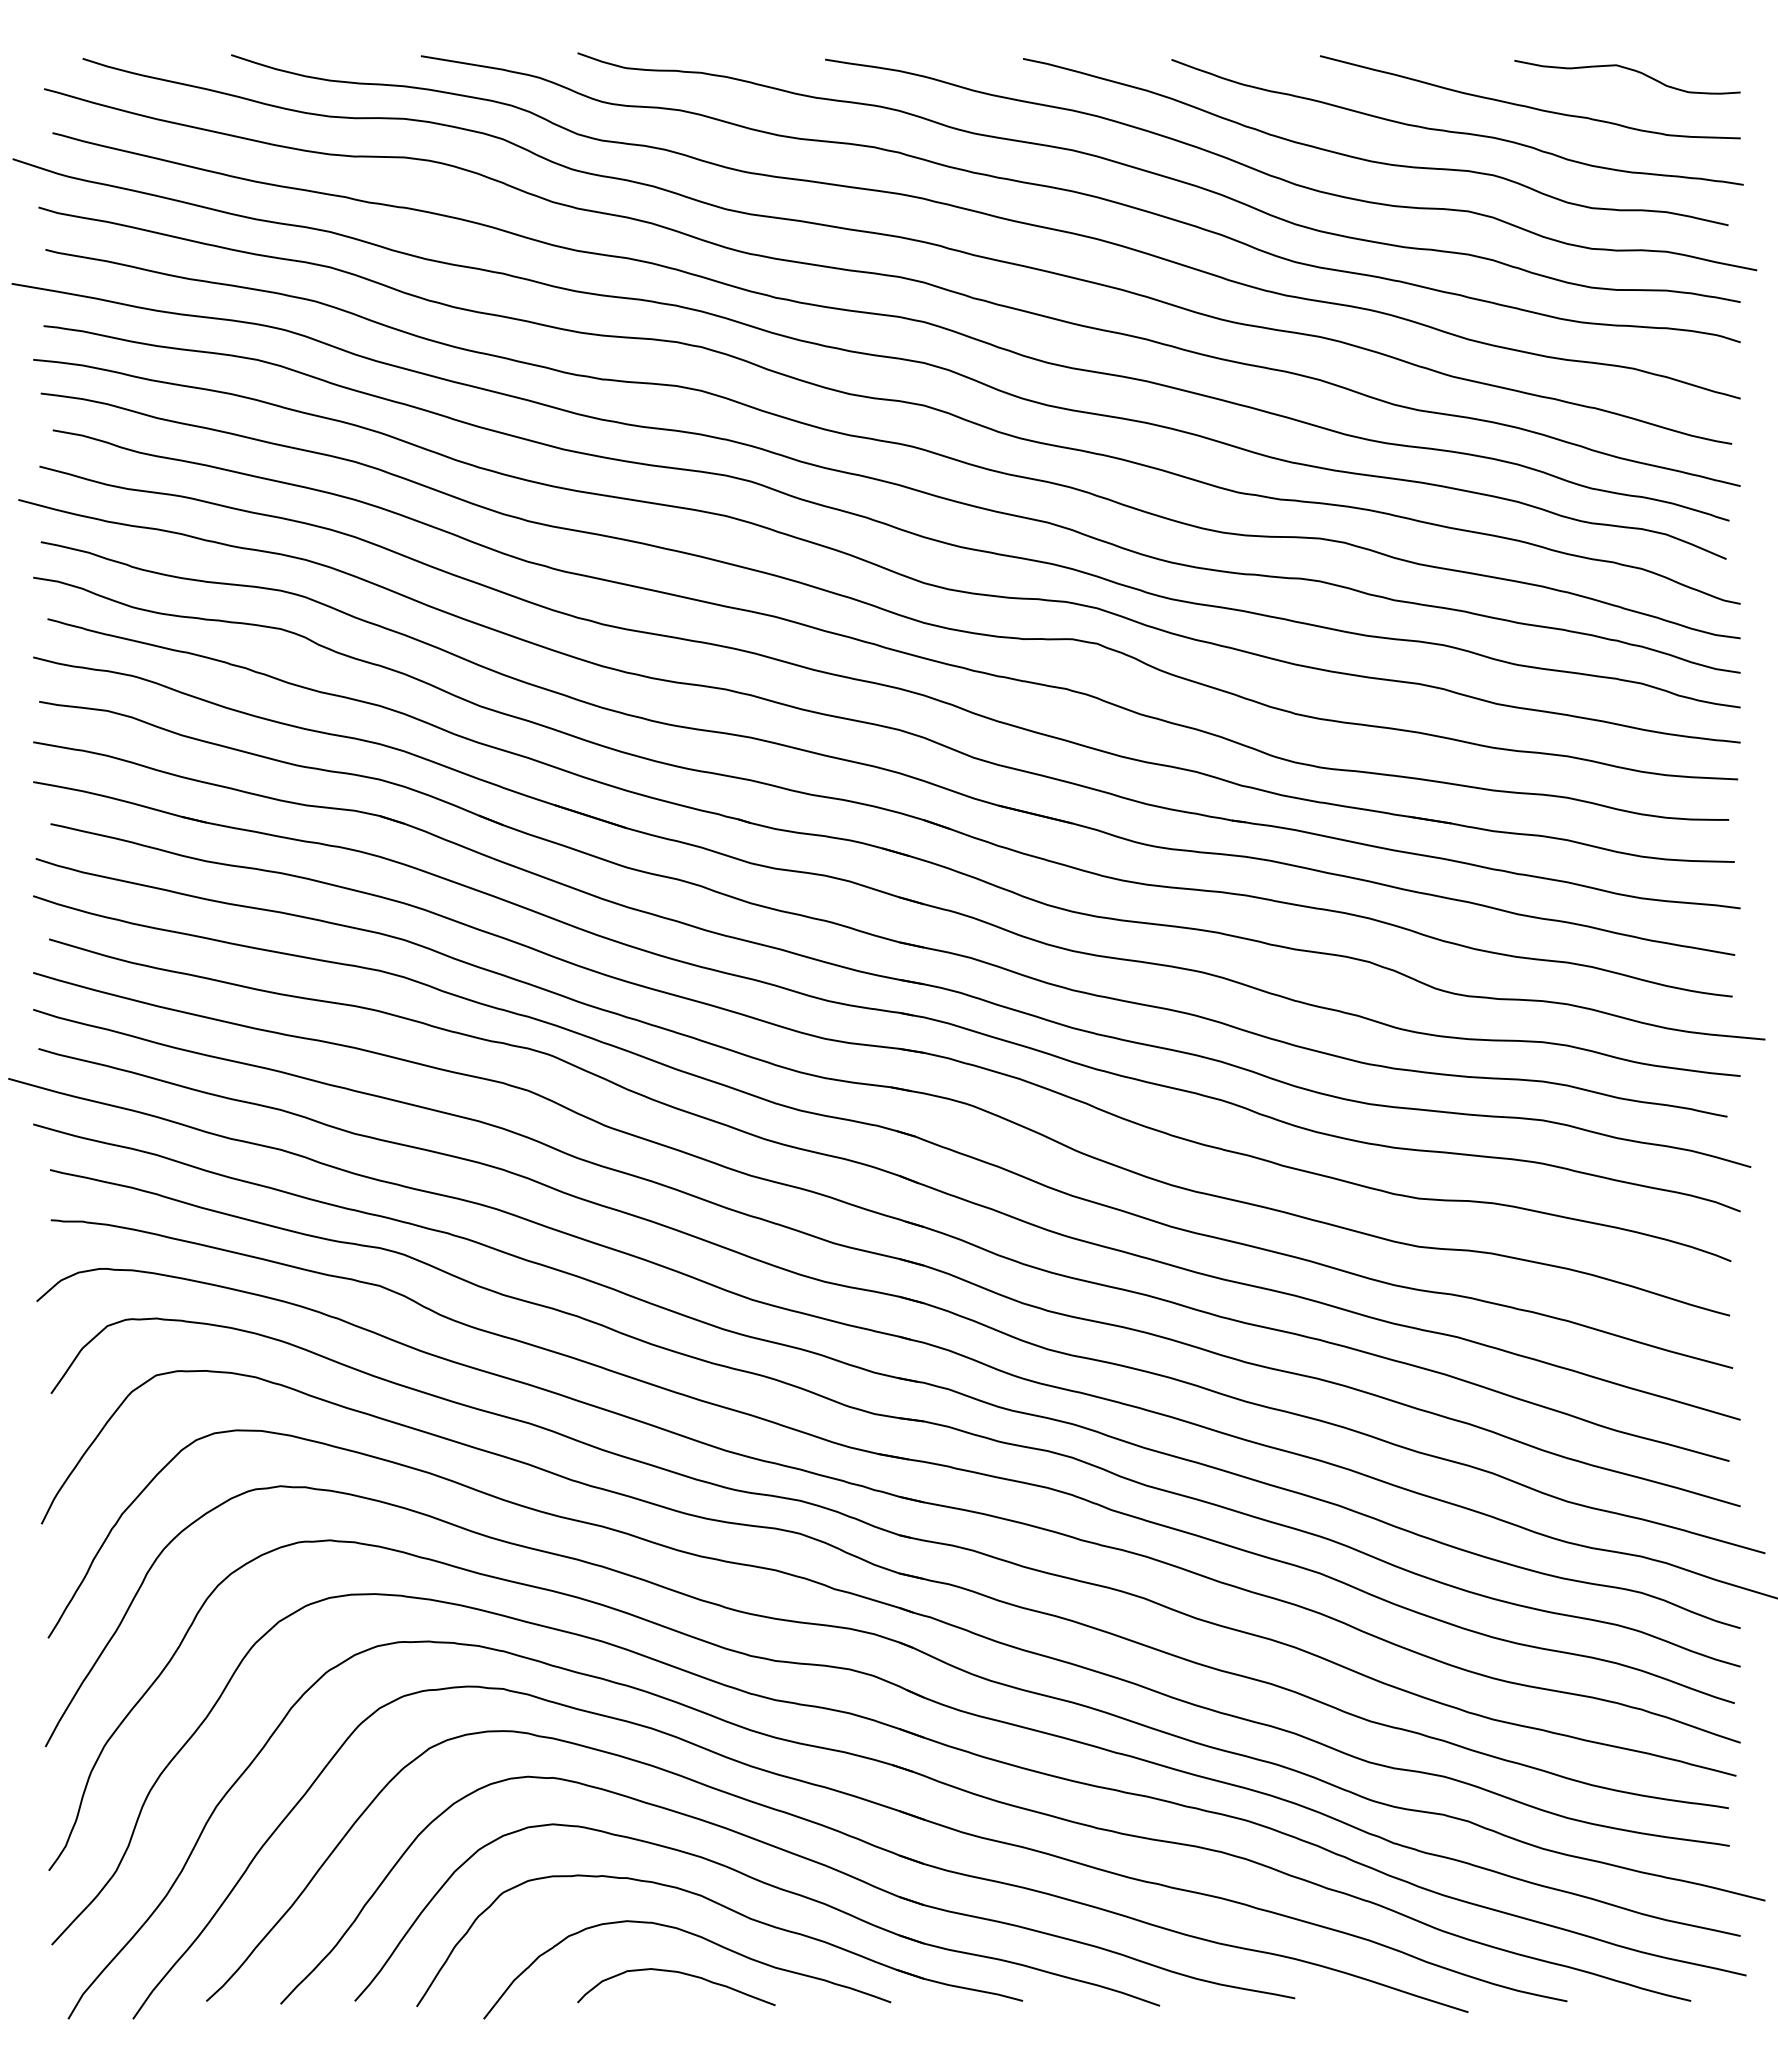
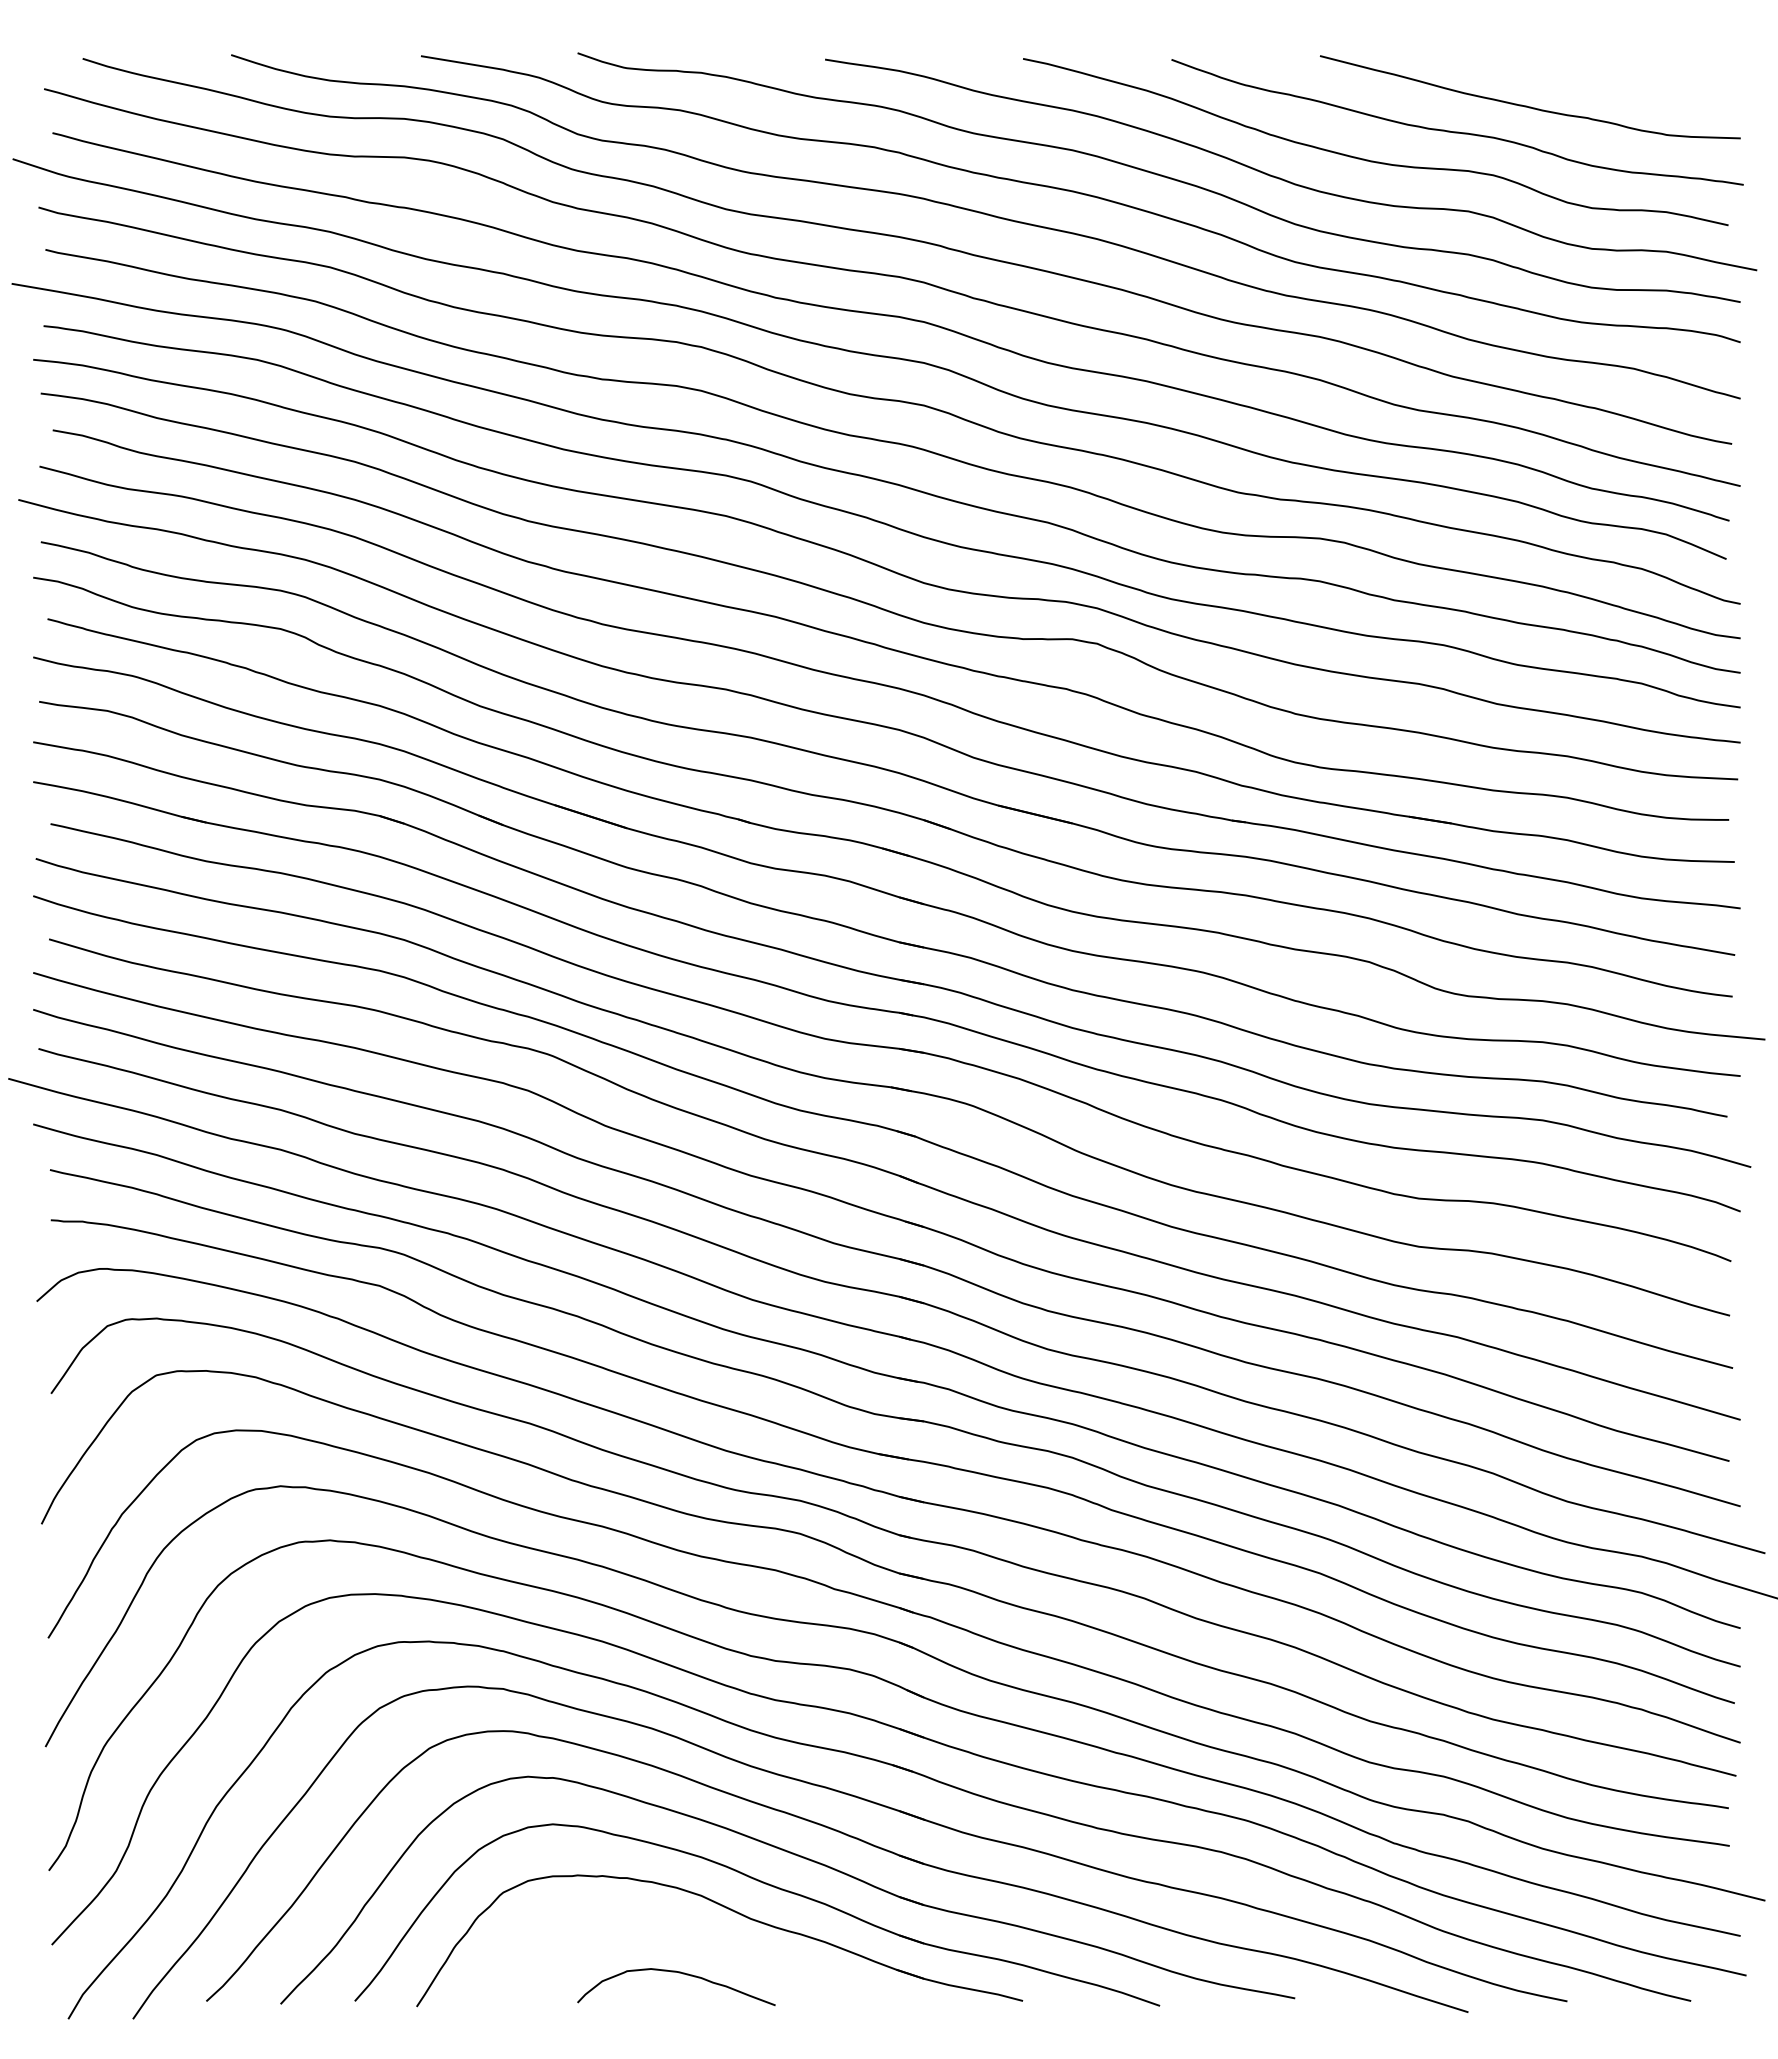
curve at (1630, 70): present -> none
curve at (698, 1937): present -> none
